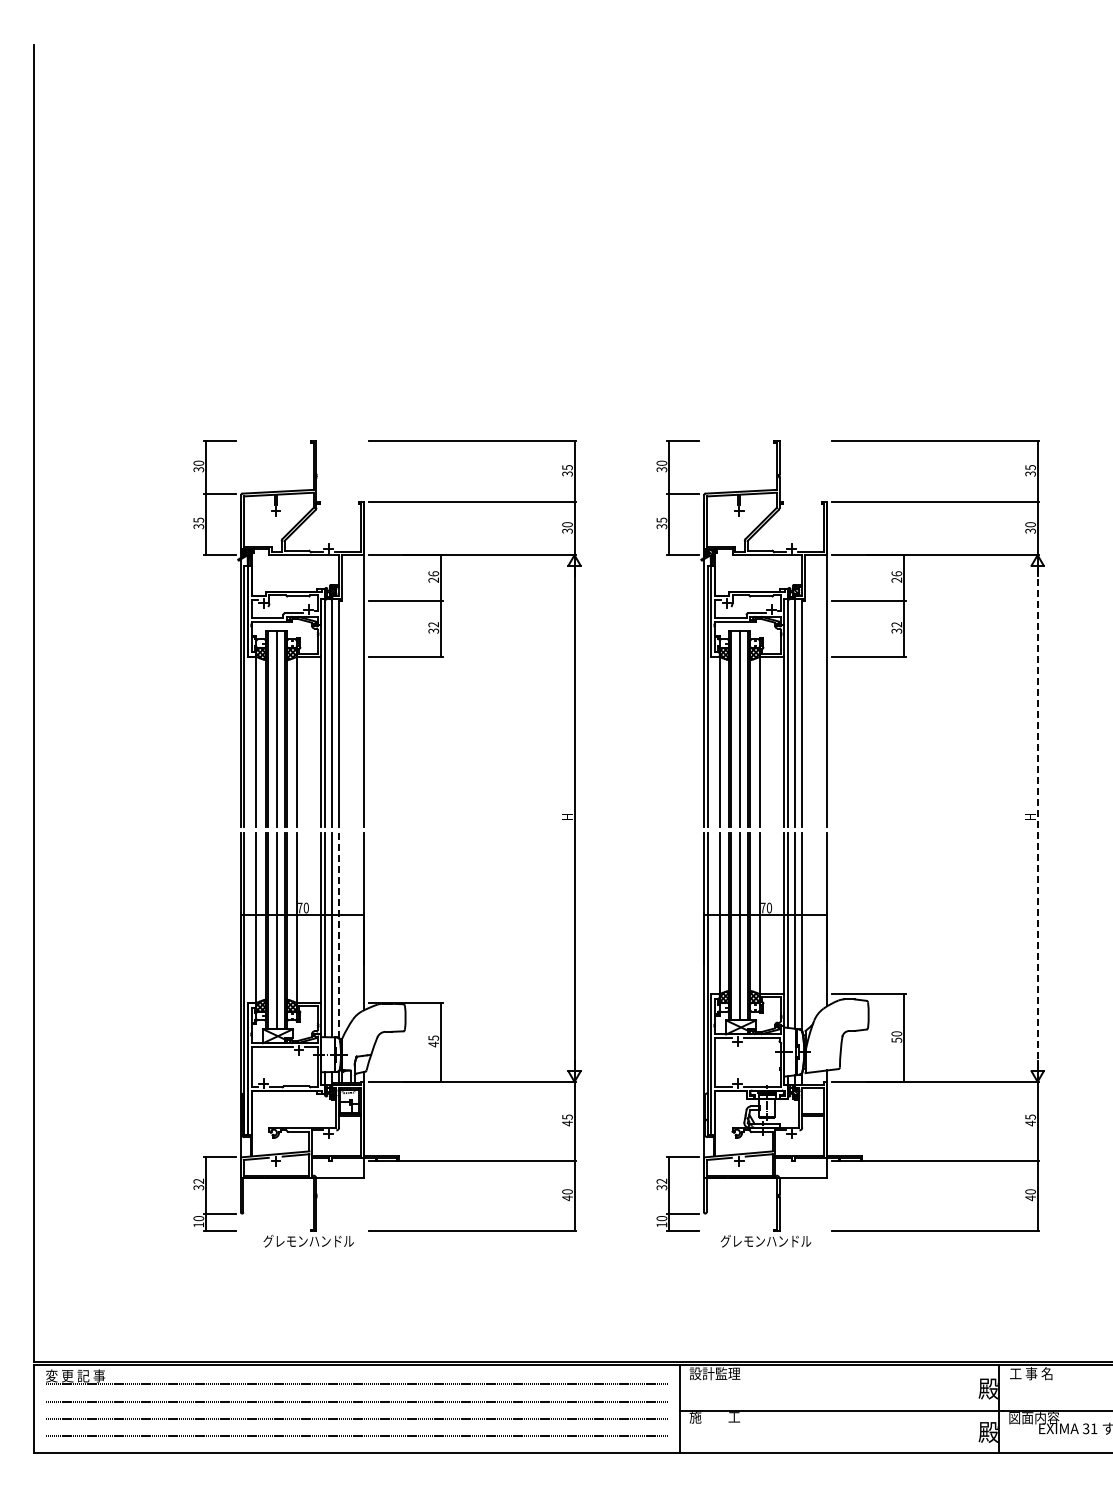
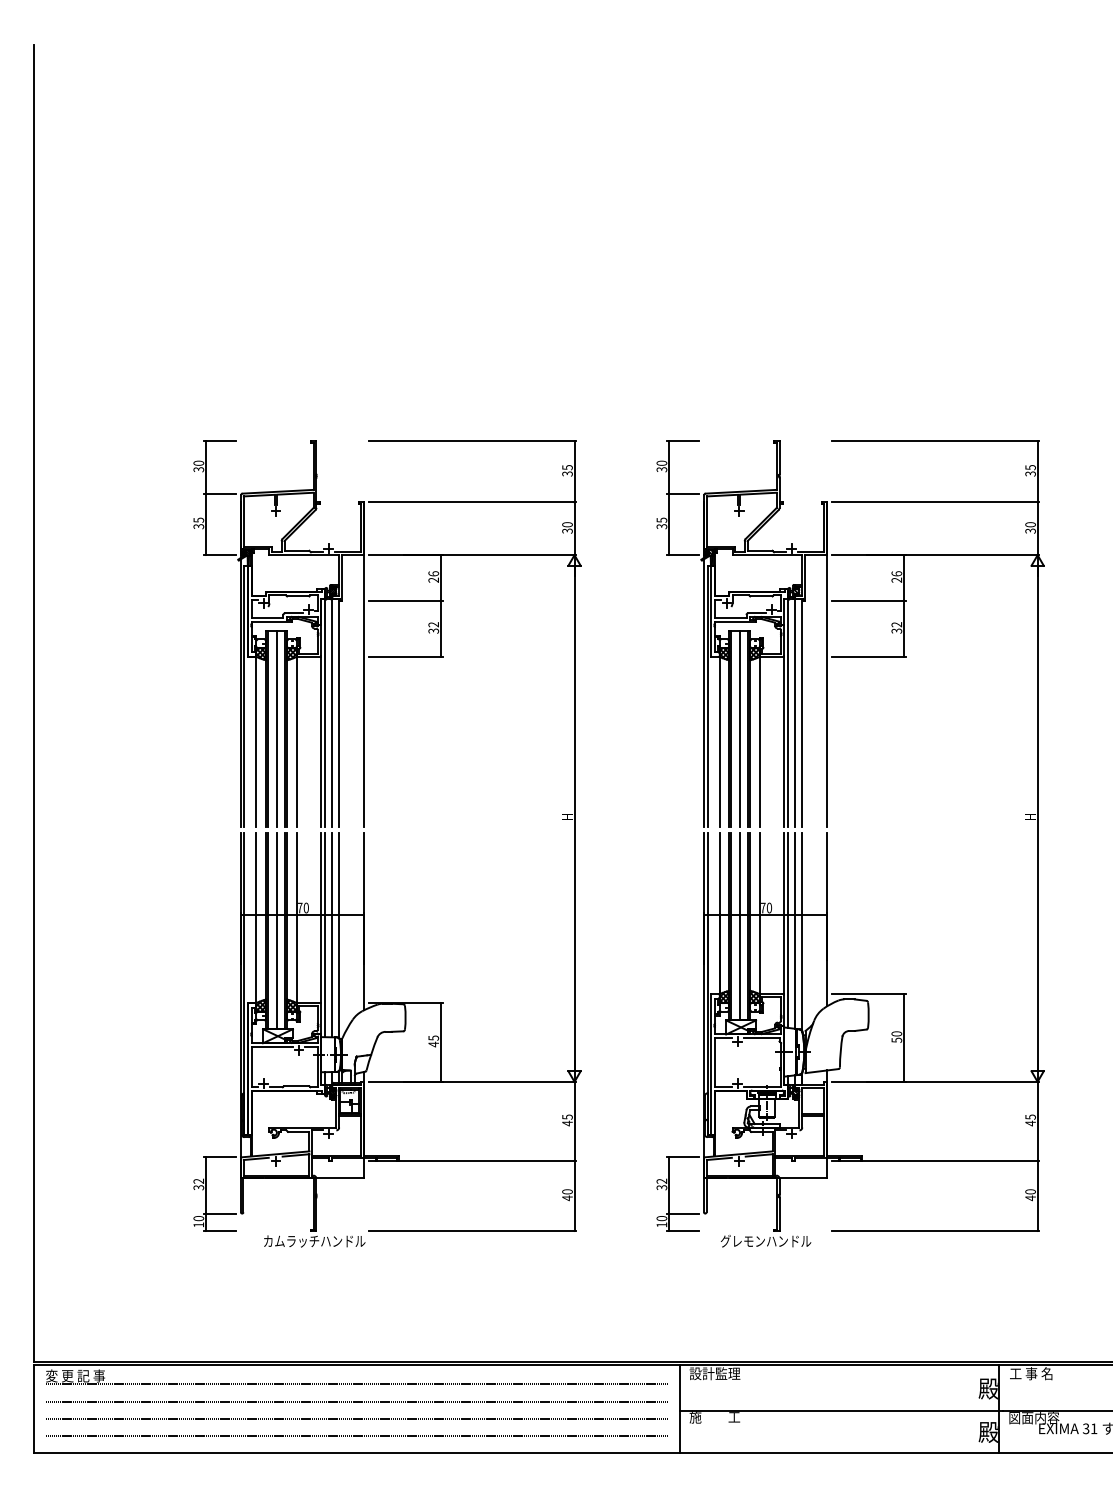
line at (1037, 818): dashed -> solid
line at (339, 935): dashed -> solid
text at (314, 1240): グレモンハンドル -> カムラッチハンドル
